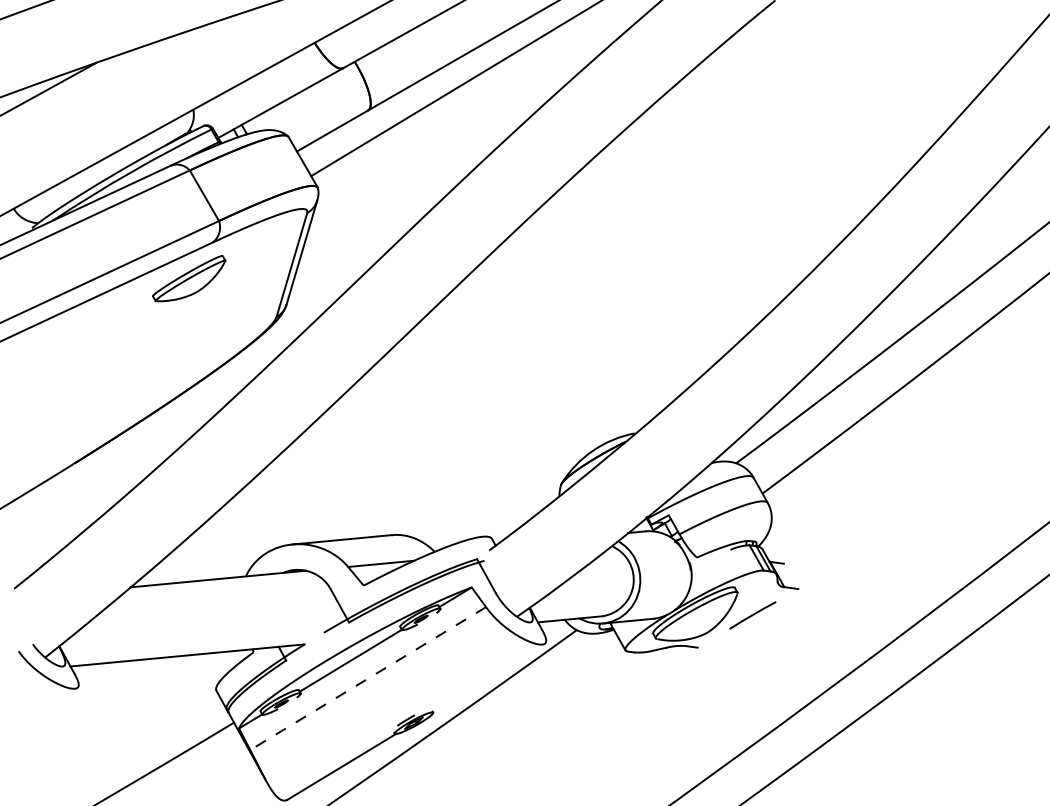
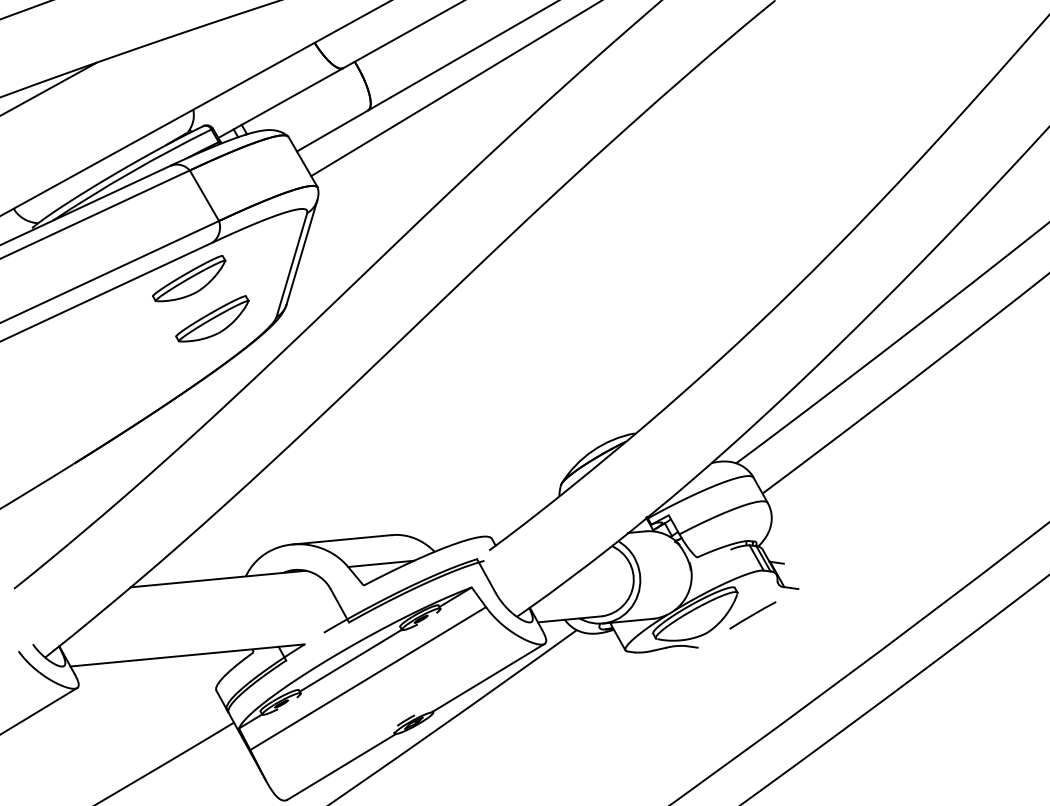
part at (212, 318): none -> present
line at (488, 677): none -> present
line at (368, 678): dashed -> solid
line at (39, 710): none -> present
